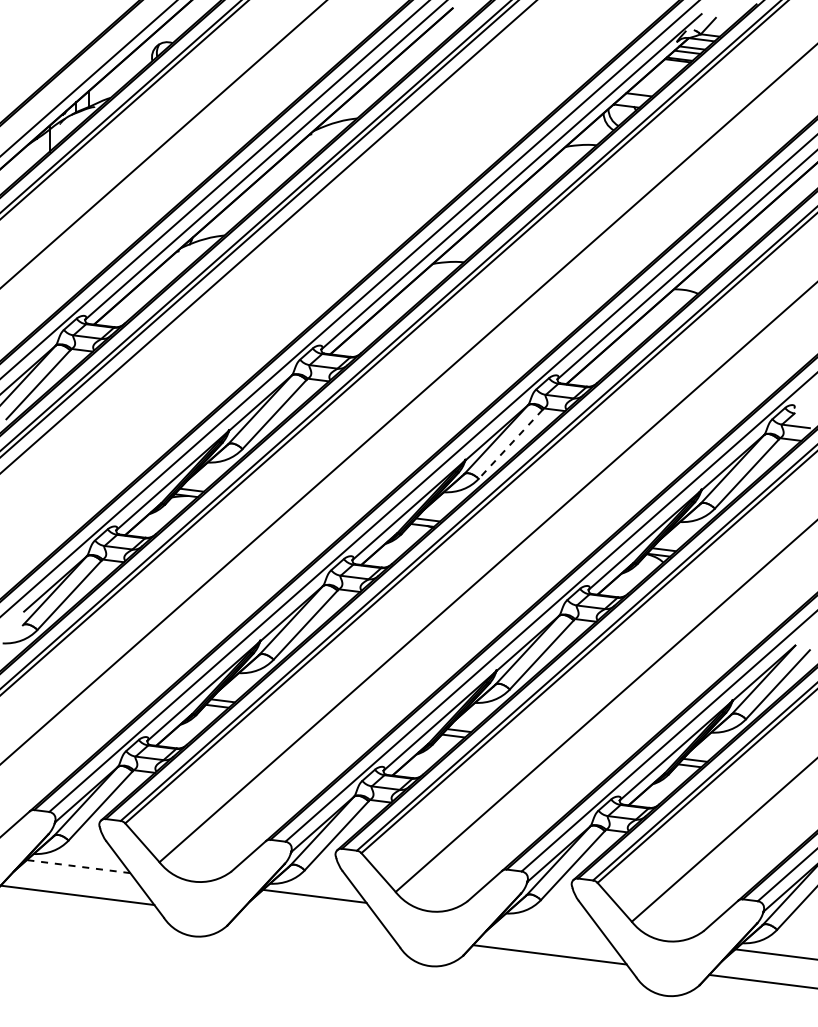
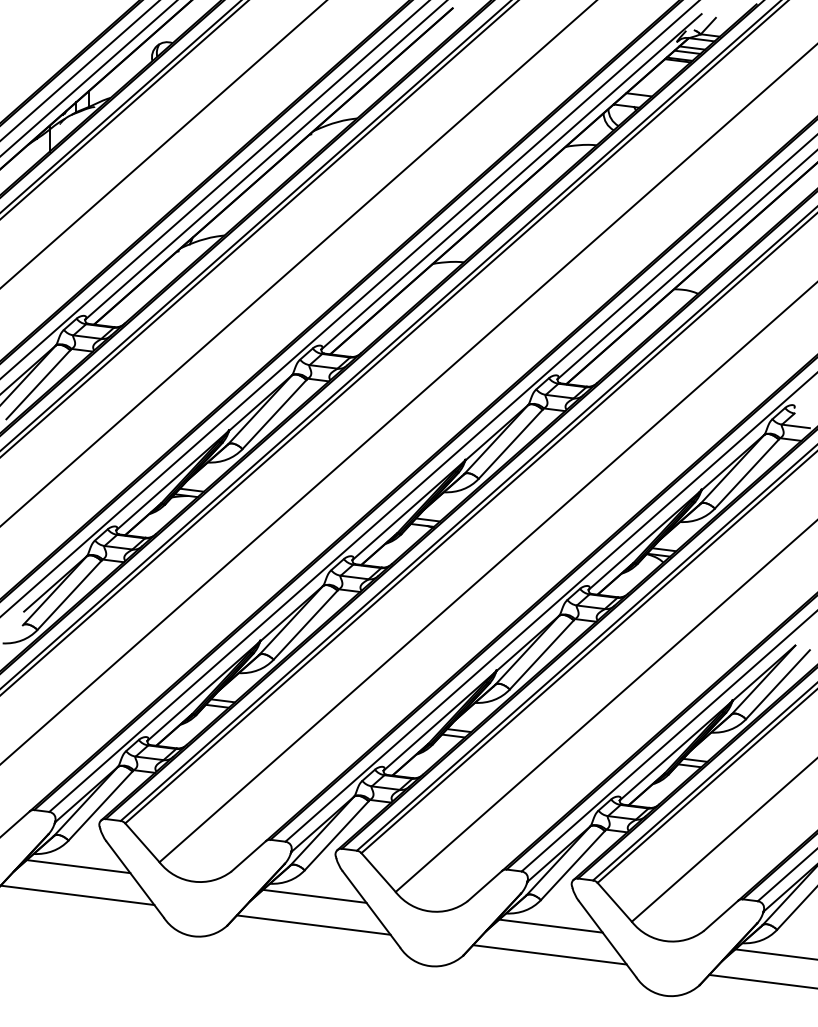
line at (79, 70): none -> present
line at (268, 236) position: (268, 236) -> (298, 263)
line at (510, 444): dashed -> solid
line at (78, 866): dashed -> solid
line at (313, 924): none -> present
line at (550, 925): none -> present
